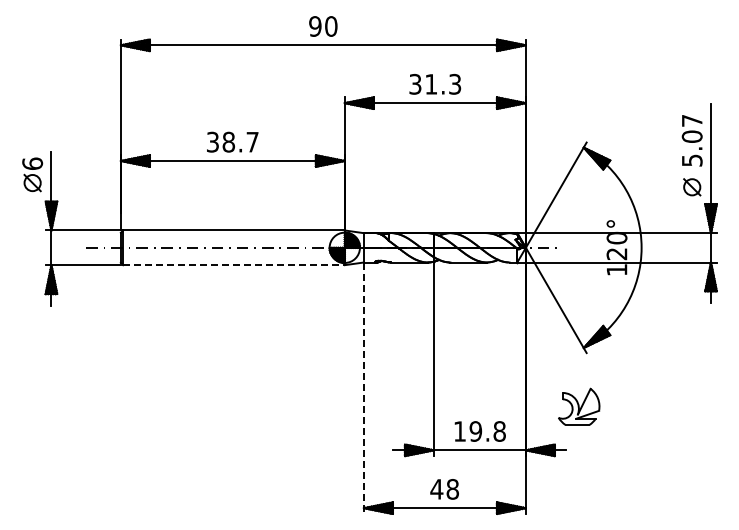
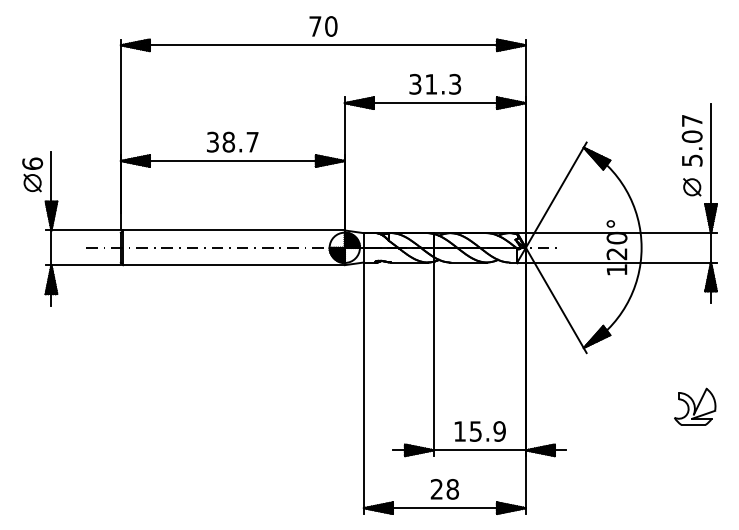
text at (315, 26): 90 -> 70
line at (234, 265): dashed -> solid
line at (363, 388): dashed -> solid
part at (579, 406) position: (579, 406) -> (695, 406)
text at (487, 431): 19.8 -> 15.9
text at (436, 489): 48 -> 28
